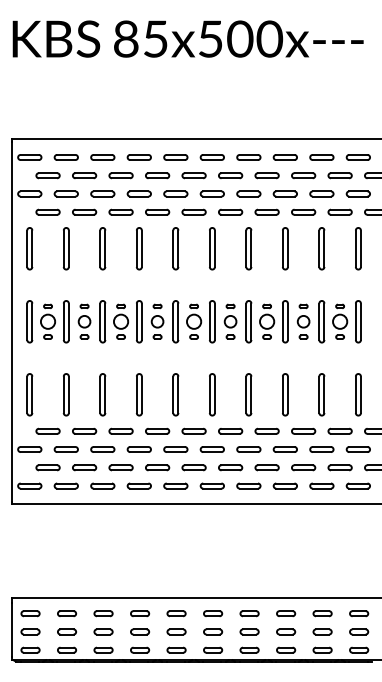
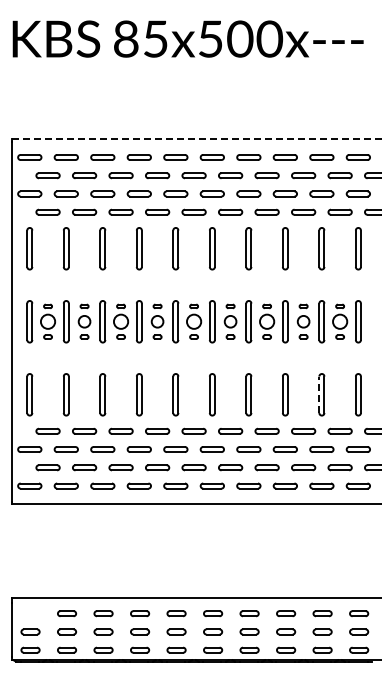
line at (196, 139): solid -> dashed
line at (319, 394): solid -> dashed
part at (30, 613): present -> none
